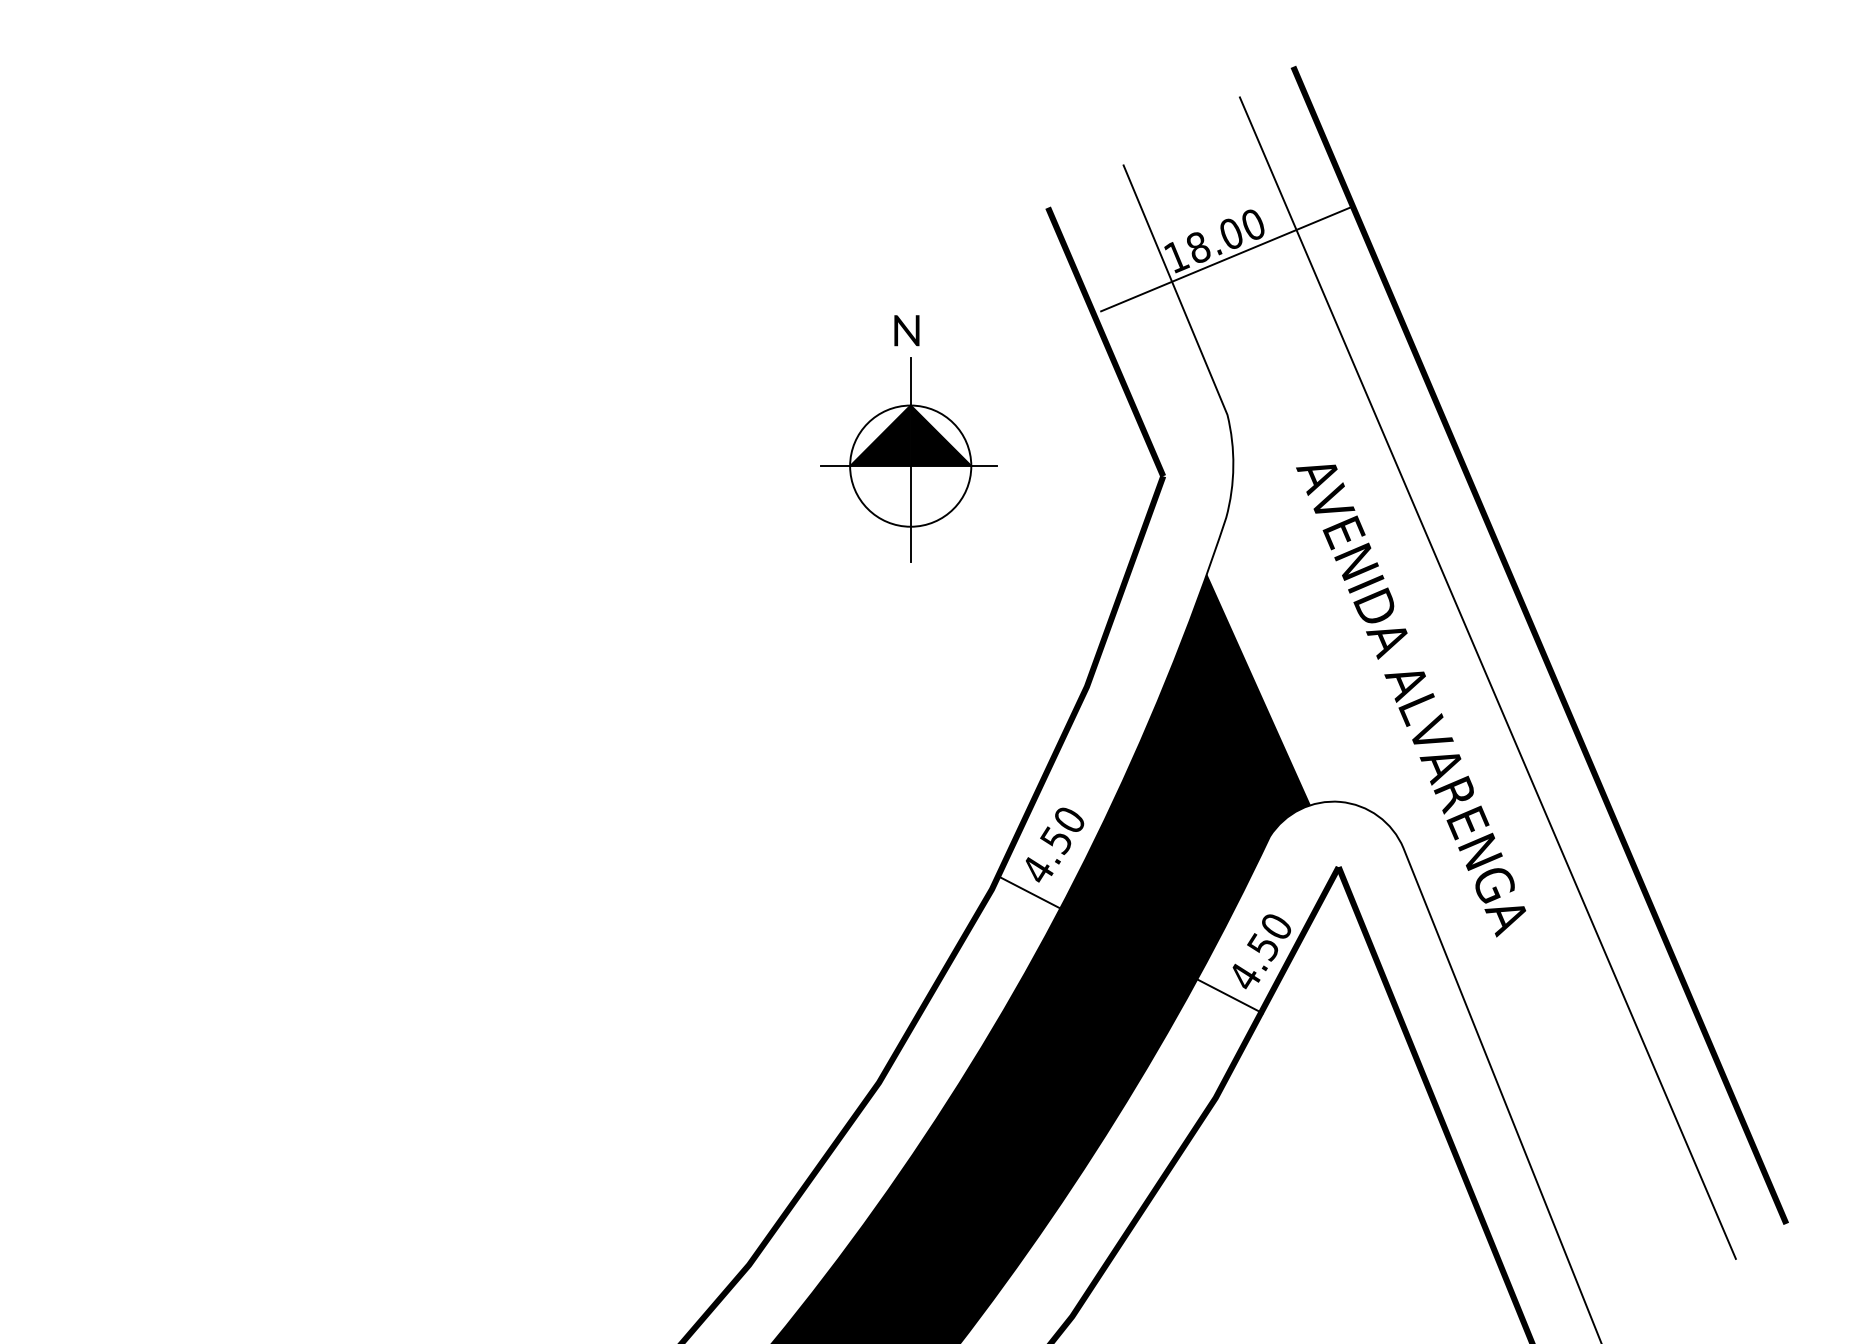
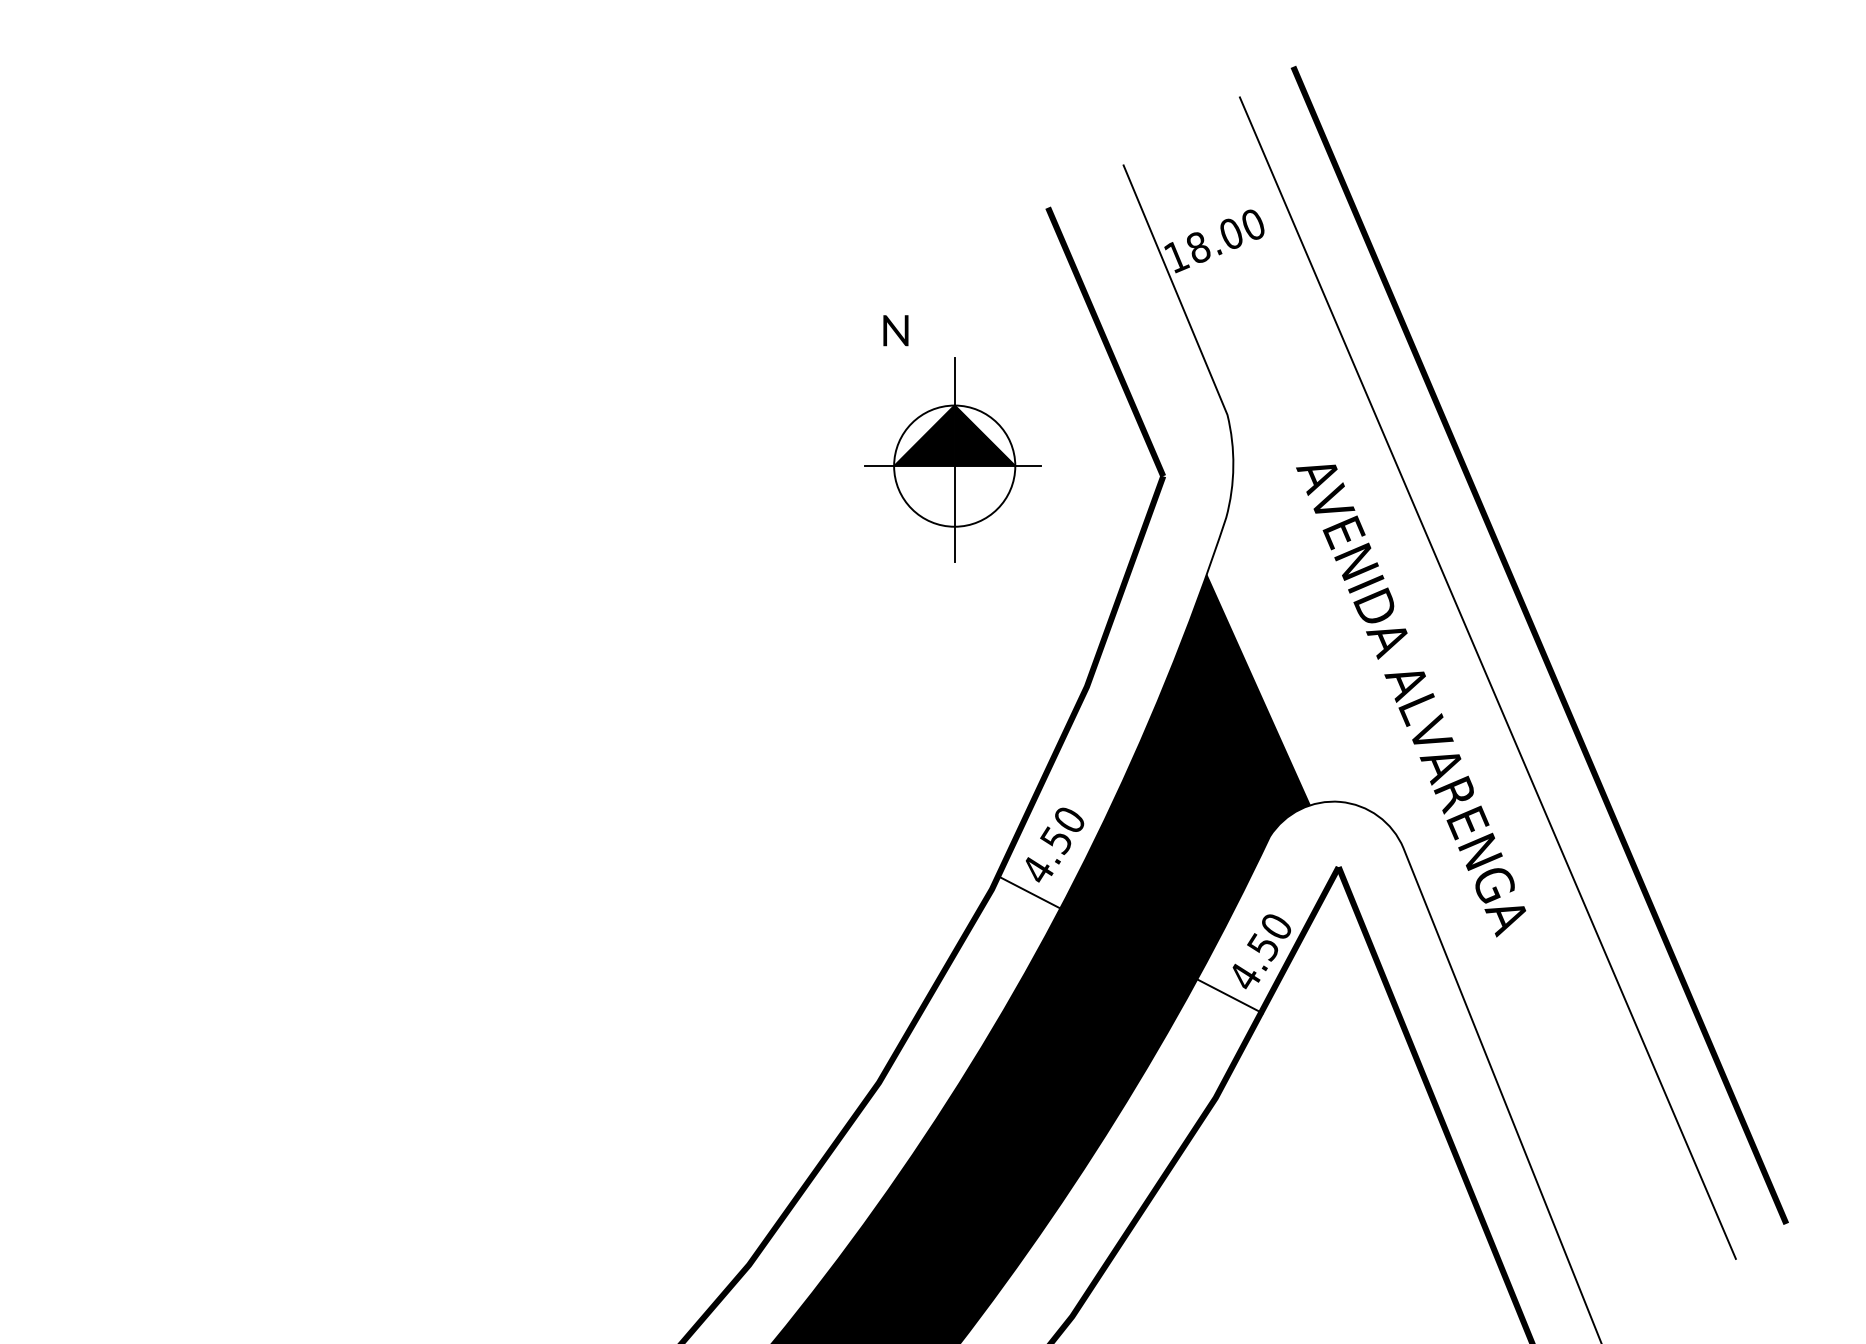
line at (1226, 258): present -> none
text at (906, 330) position: (906, 330) -> (895, 330)
part at (908, 459) position: (908, 459) -> (952, 459)
